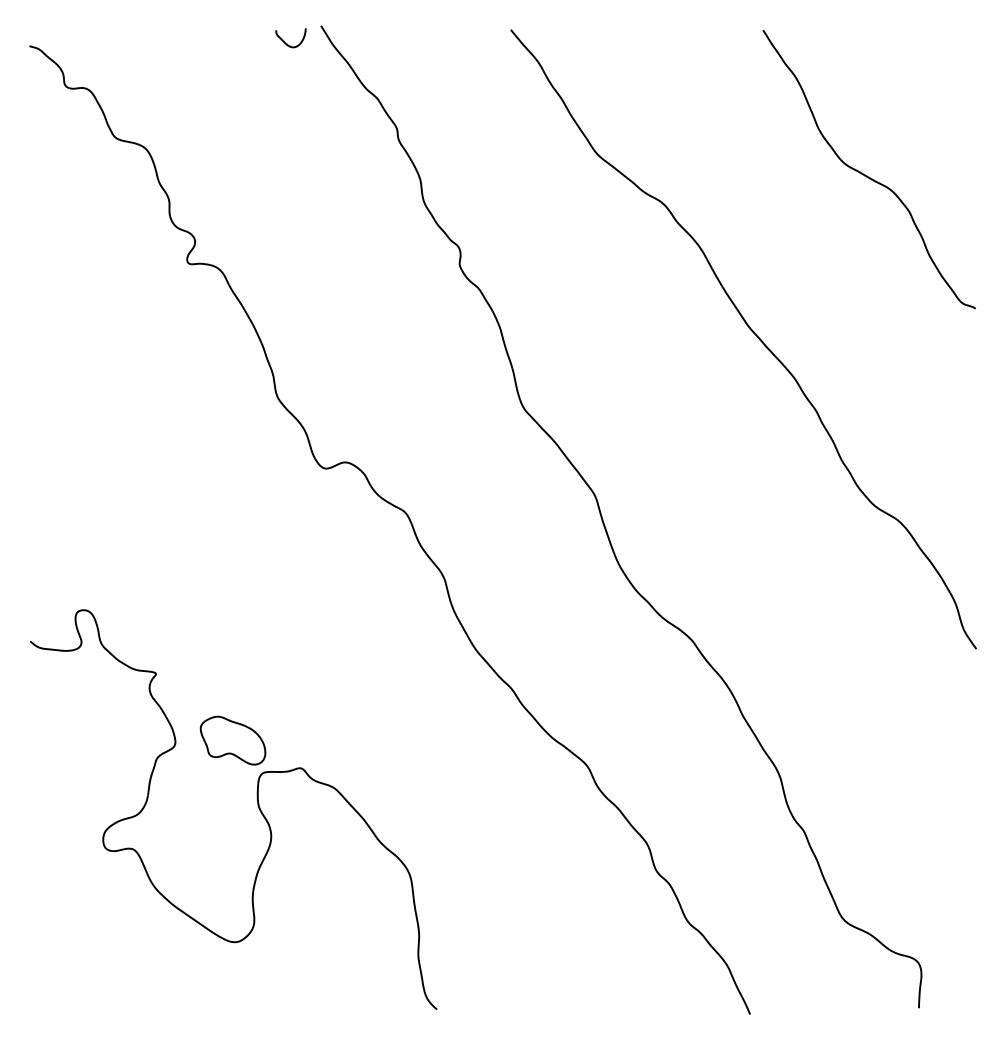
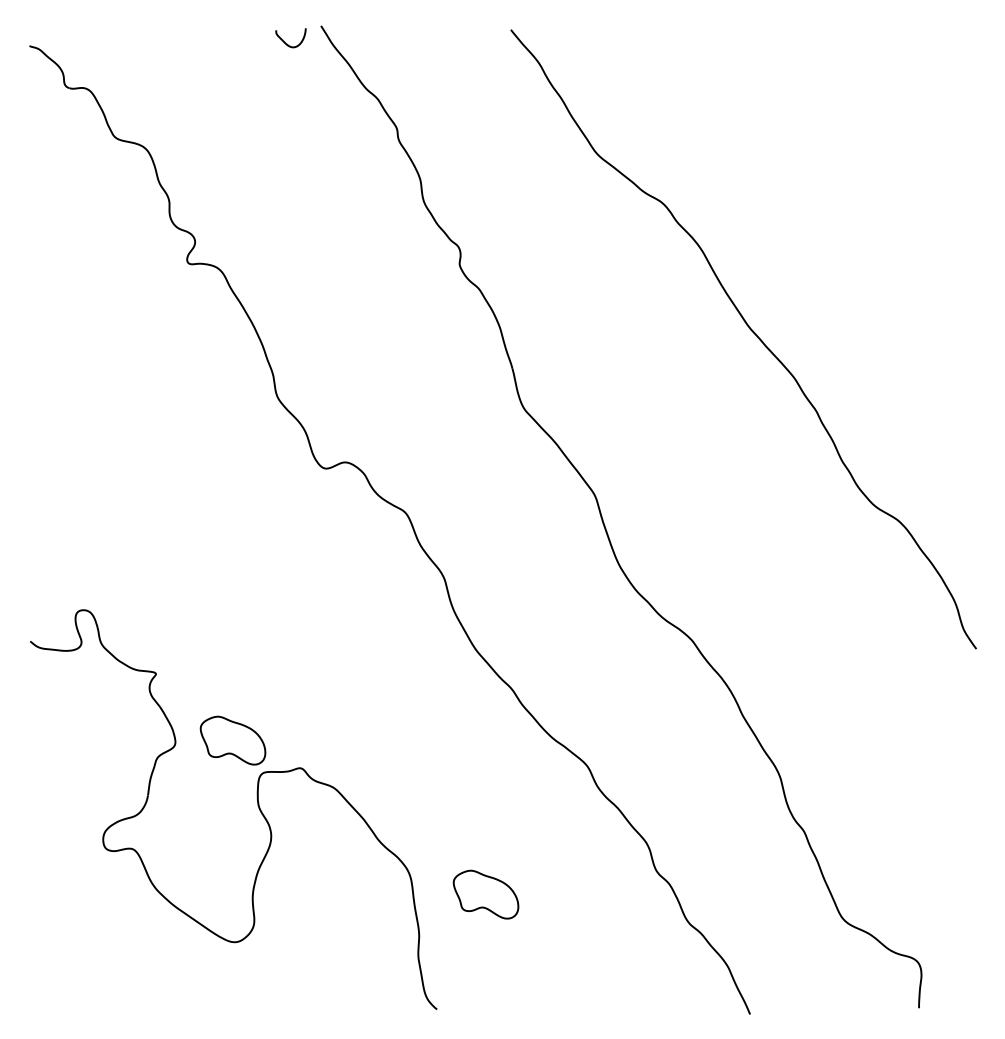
curve at (865, 174): present -> none
part at (485, 894): none -> present
